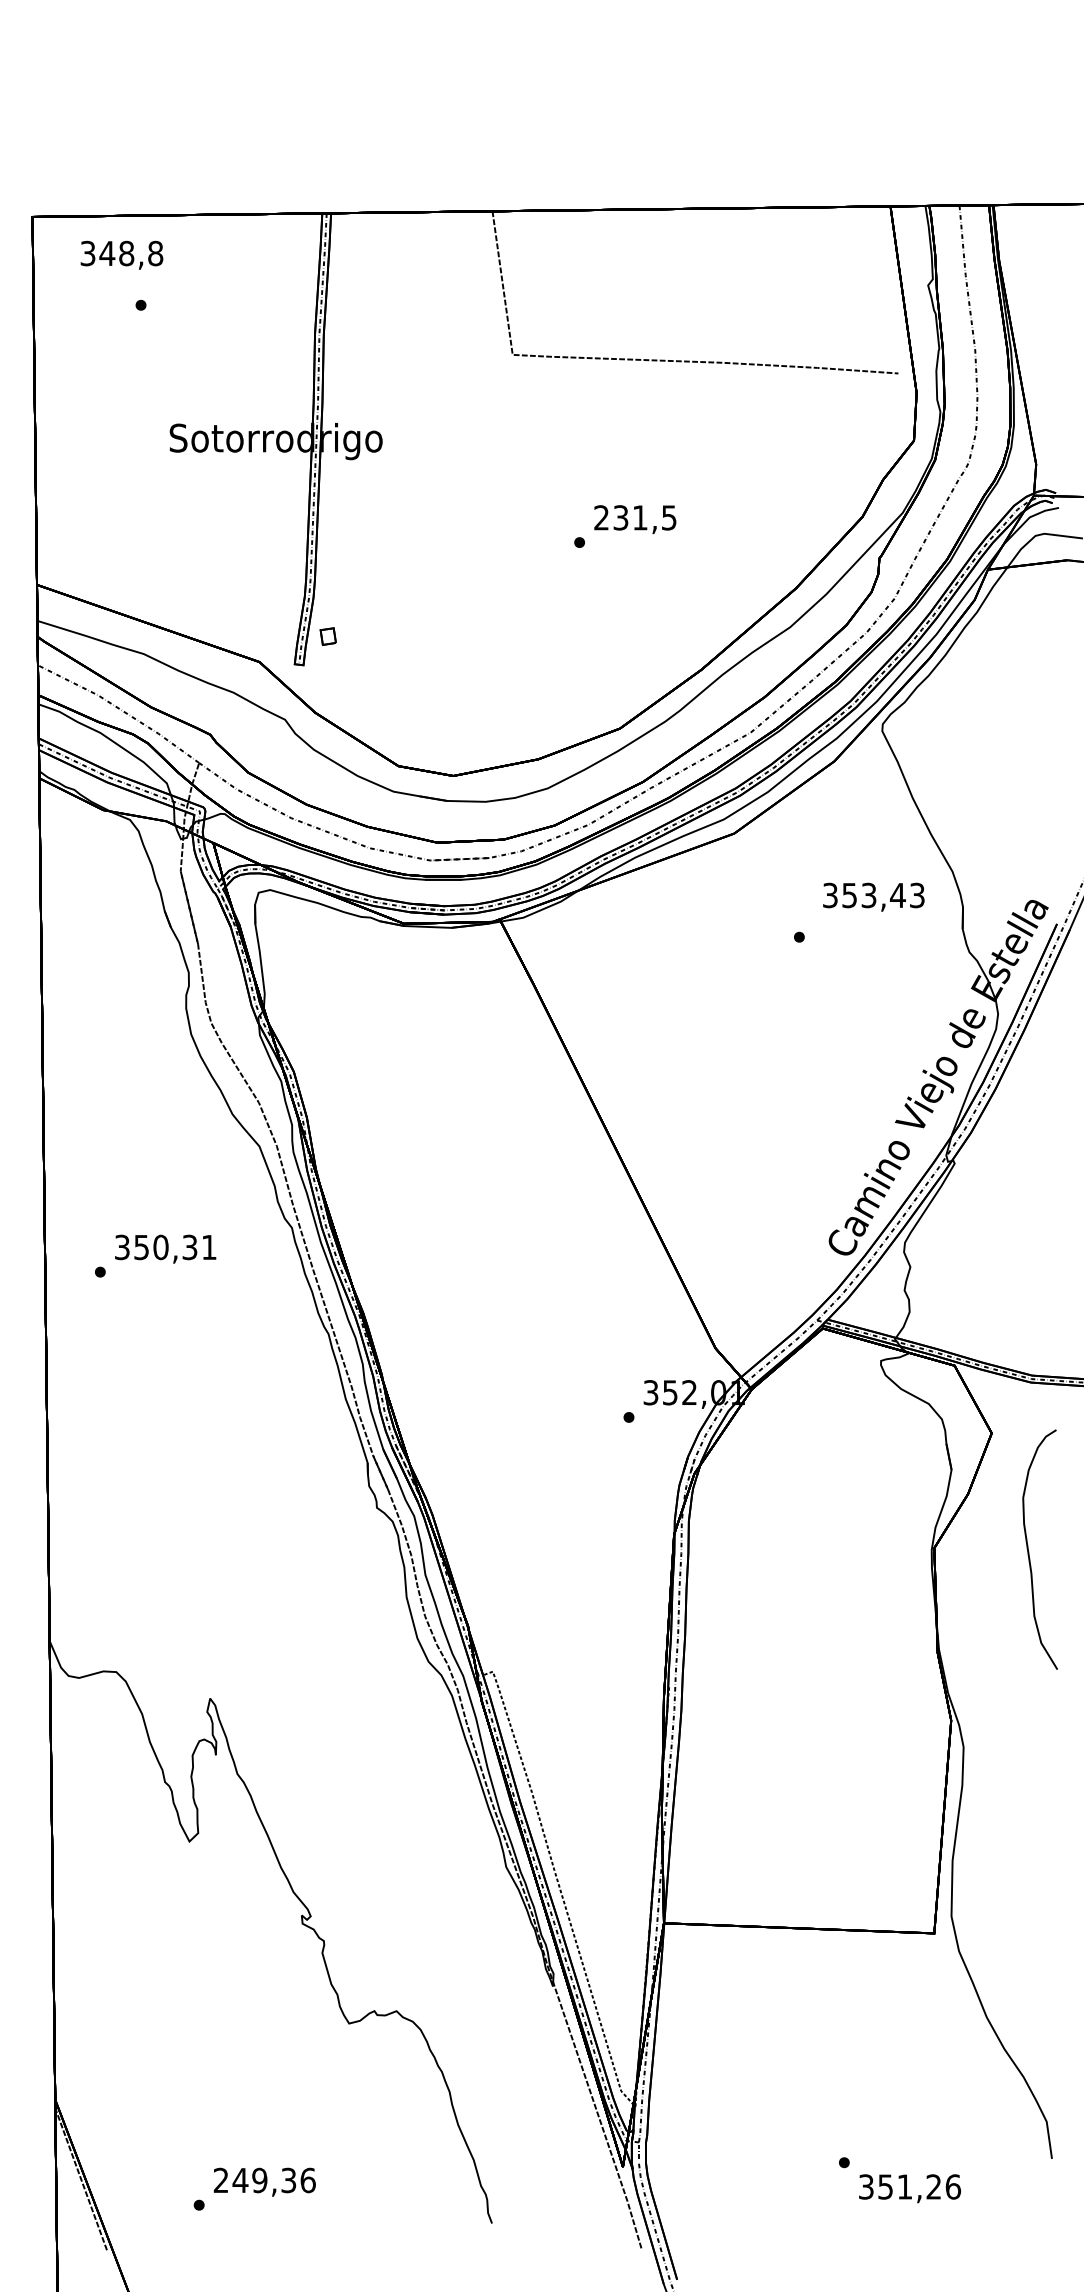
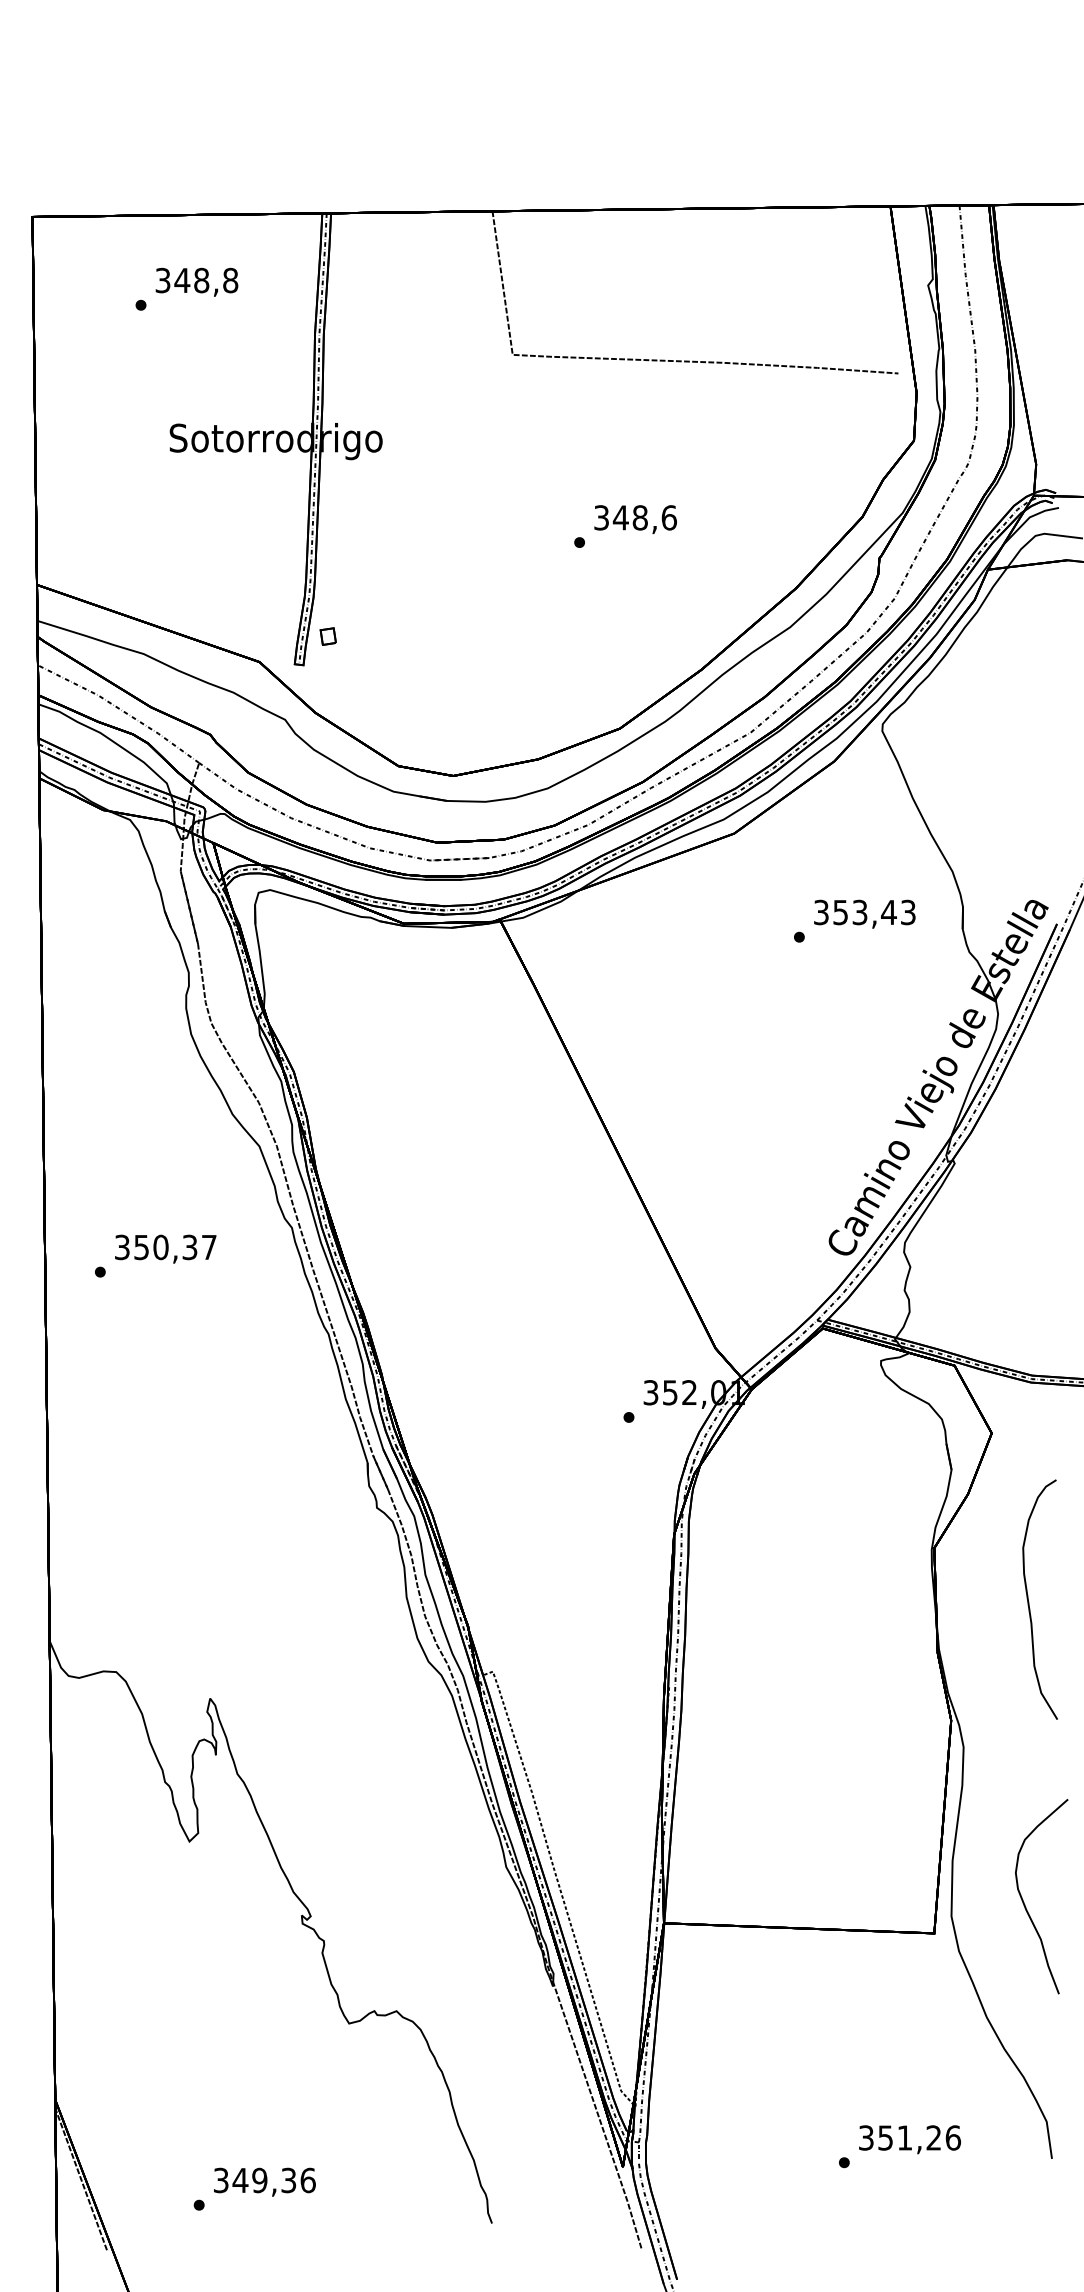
text at (121, 254) position: (121, 254) -> (196, 281)
text at (635, 517): 231,5 -> 348,6
text at (873, 896) position: (873, 896) -> (864, 913)
text at (209, 1247): 350,31 -> 350,37
curve at (1029, 1551) position: (1029, 1551) -> (1029, 1601)
curve at (1025, 1904): none -> present
text at (220, 2180): 249,36 -> 349,36
text at (910, 2188) position: (910, 2188) -> (910, 2139)
